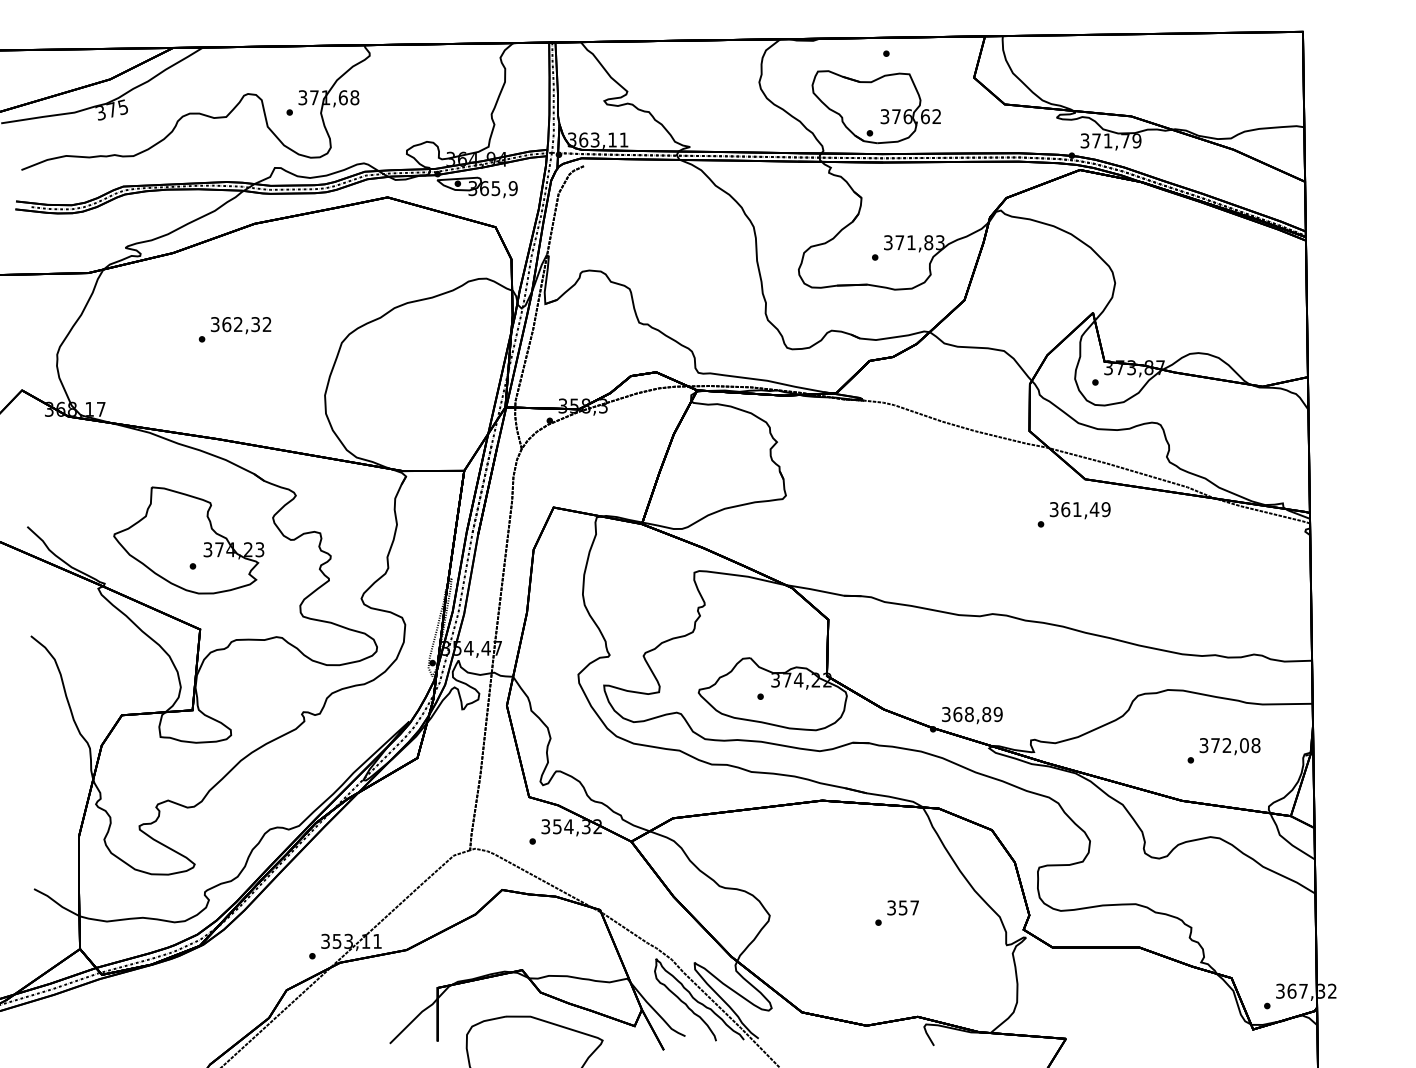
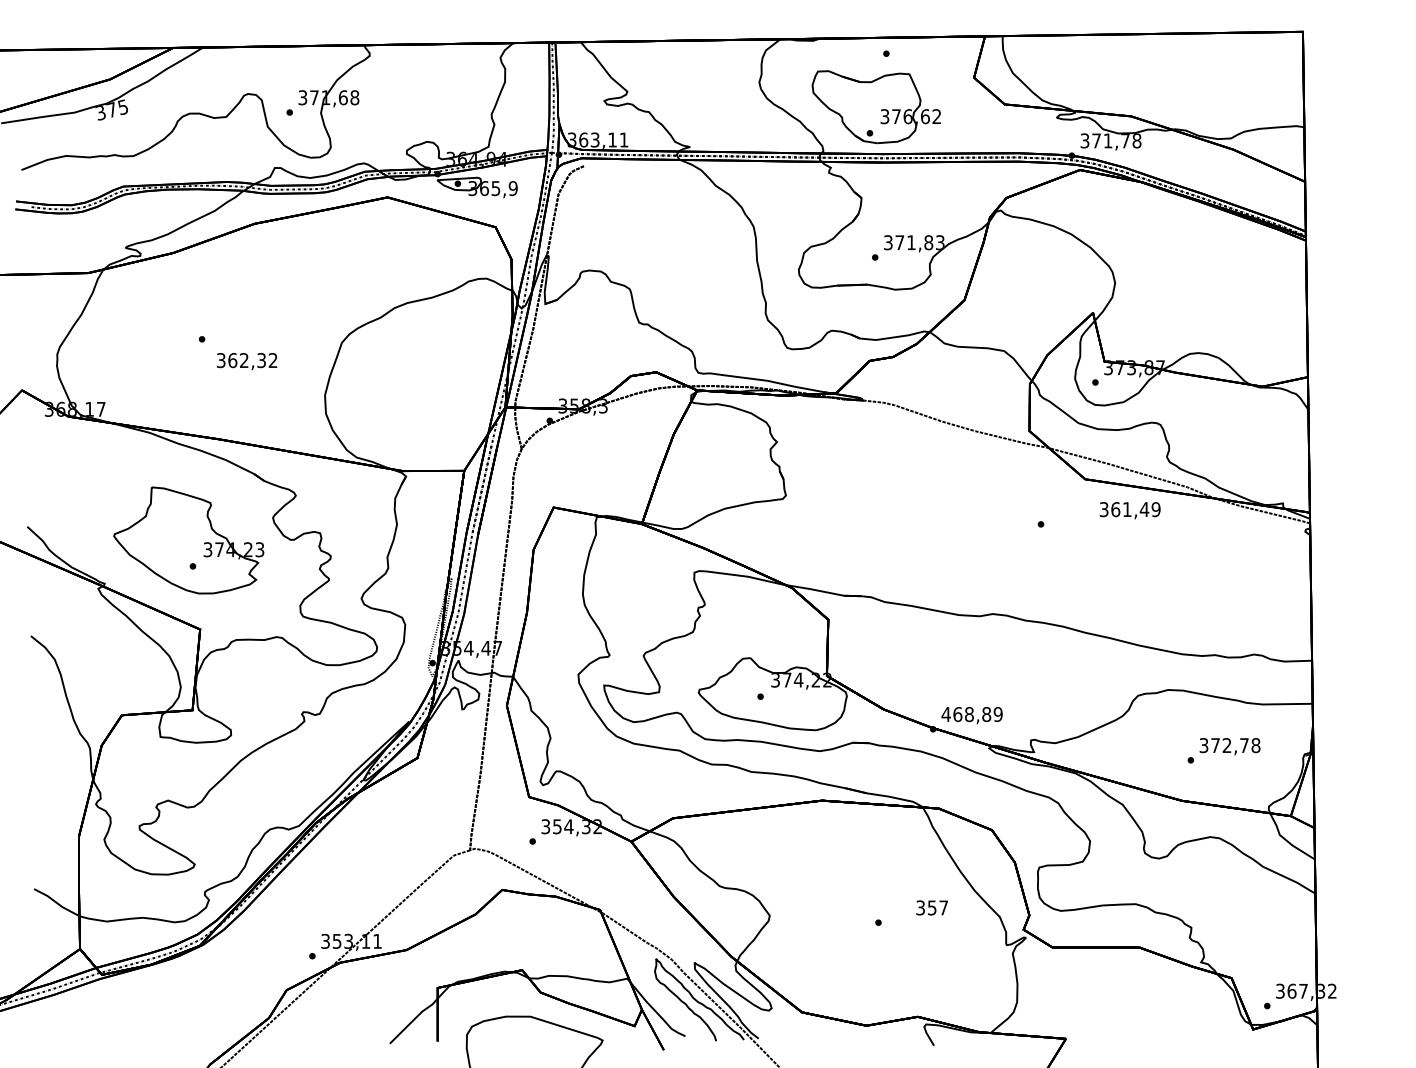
text at (1136, 140): 371,79 -> 371,78
text at (240, 325) position: (240, 325) -> (246, 361)
text at (1079, 510) position: (1079, 510) -> (1129, 510)
text at (946, 714): 368,89 -> 468,89
text at (1244, 745): 372,08 -> 372,78
text at (902, 907) position: (902, 907) -> (931, 907)
